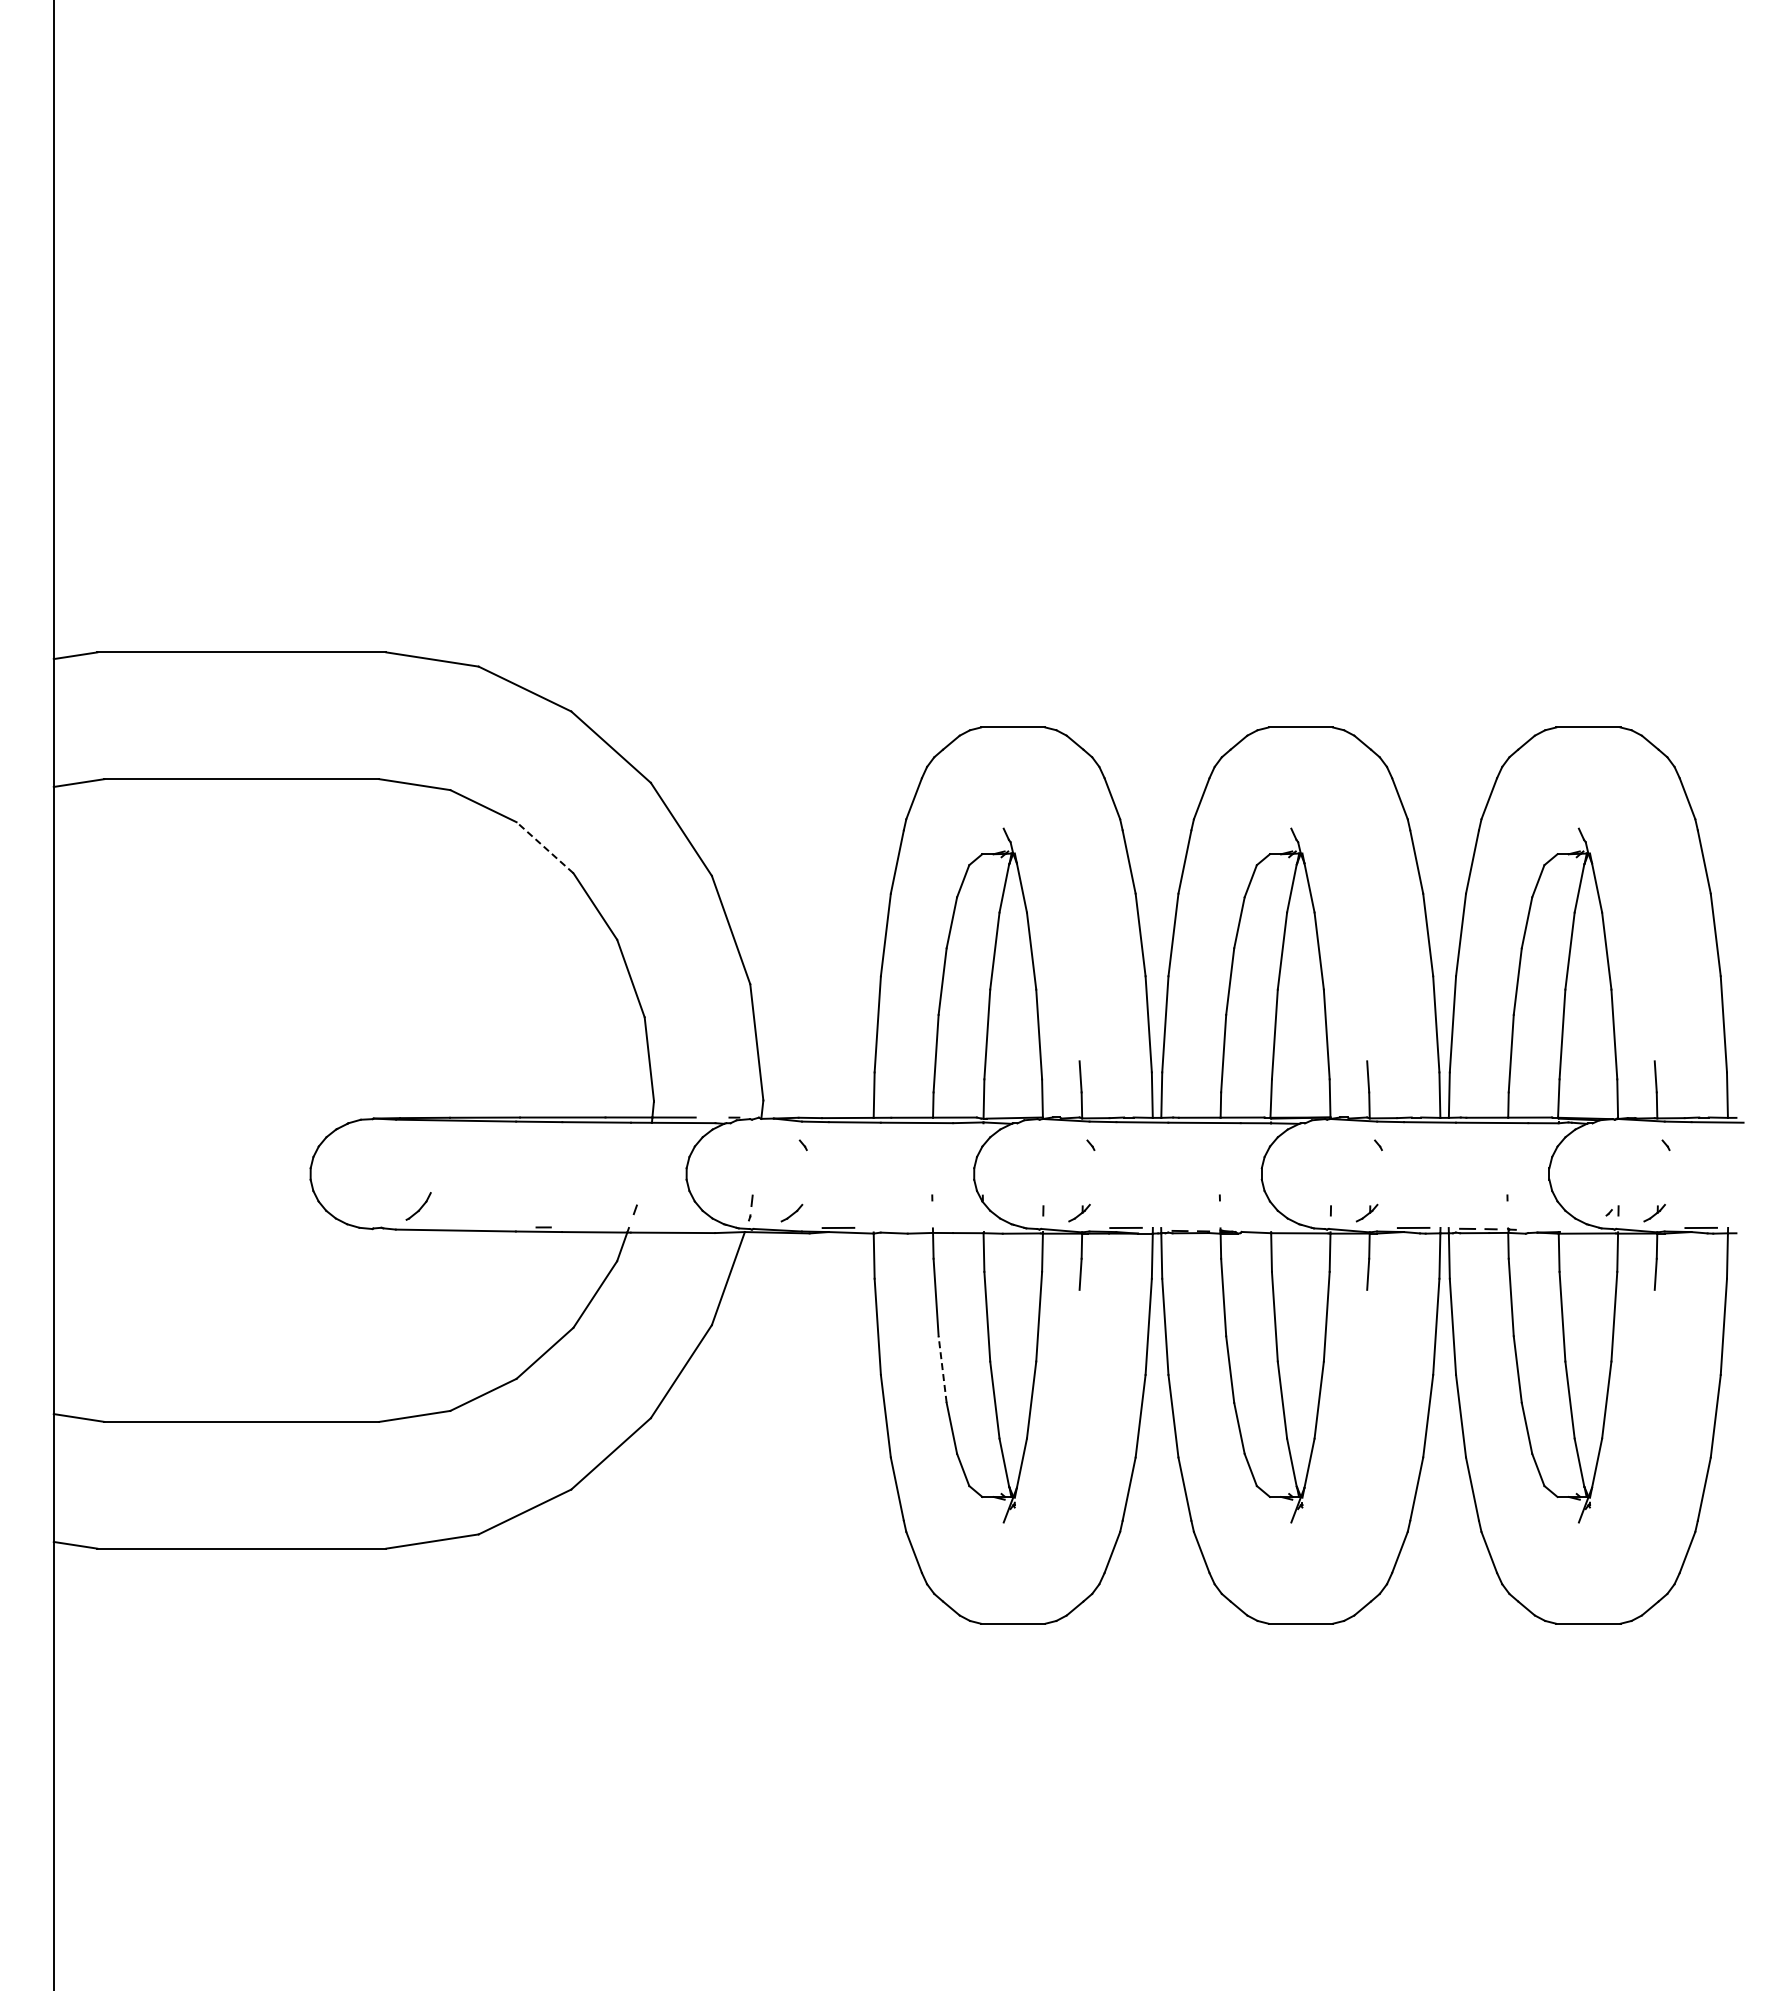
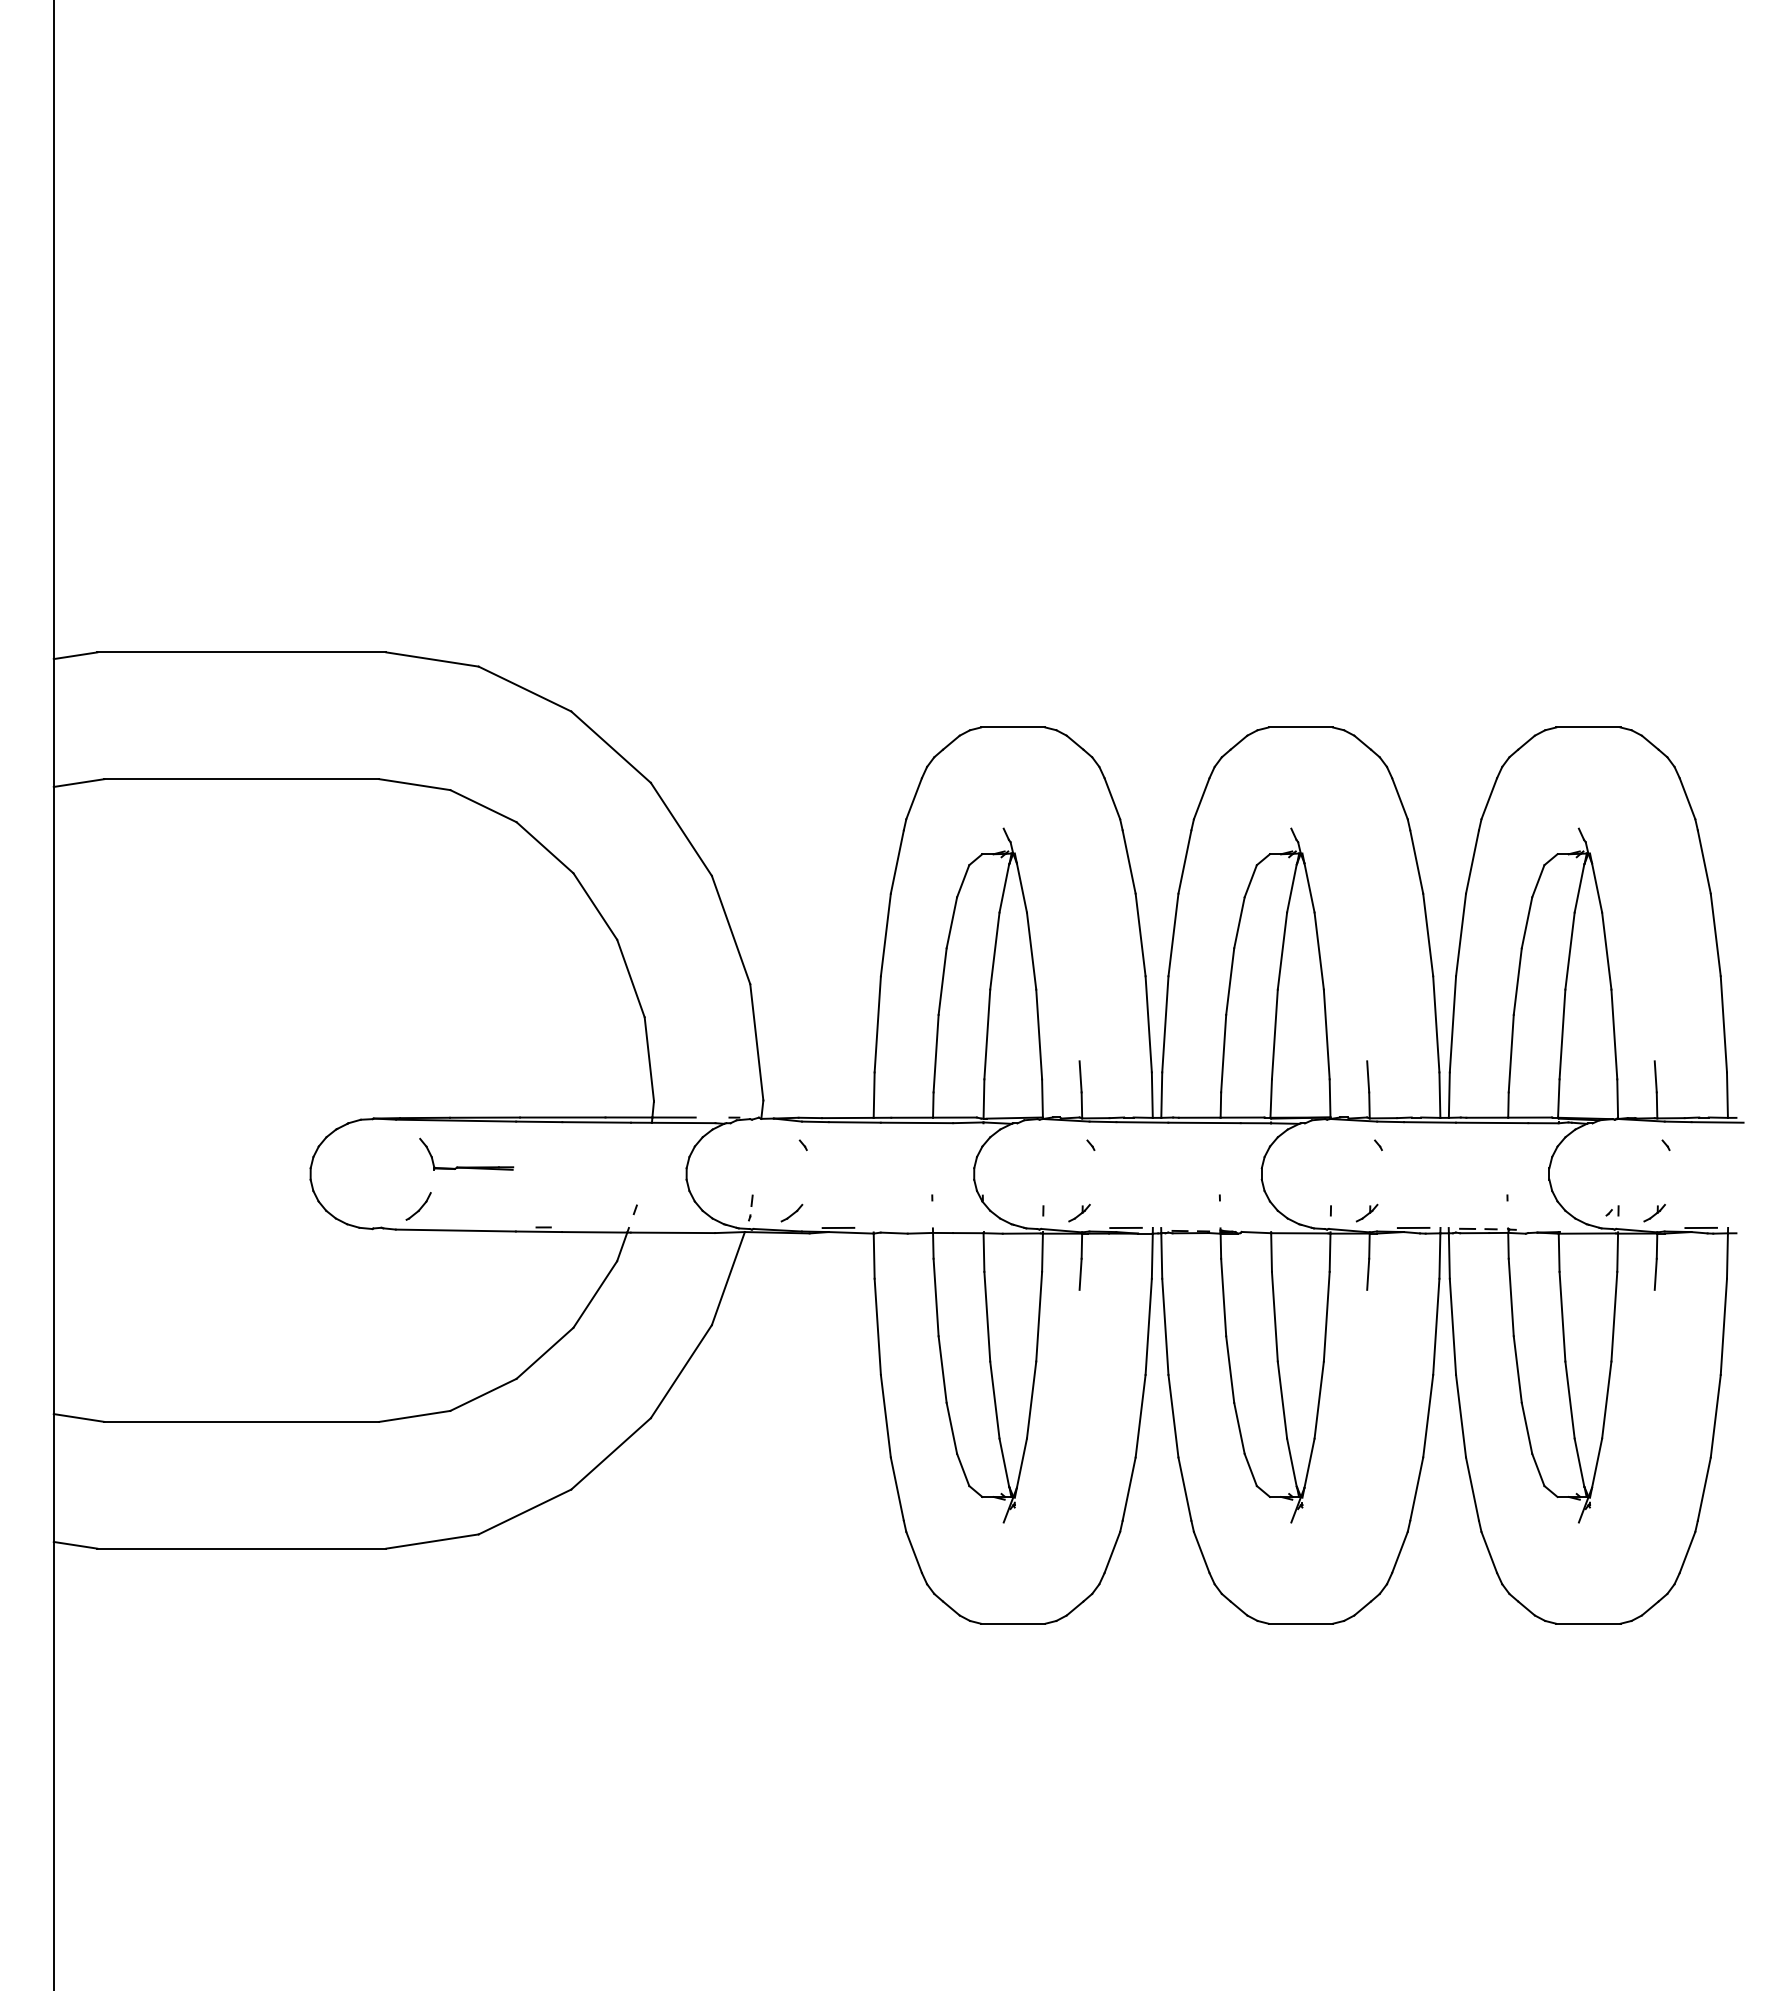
line at (544, 847): dashed -> solid
part at (466, 1166): none -> present
line at (942, 1369): dashed -> solid
